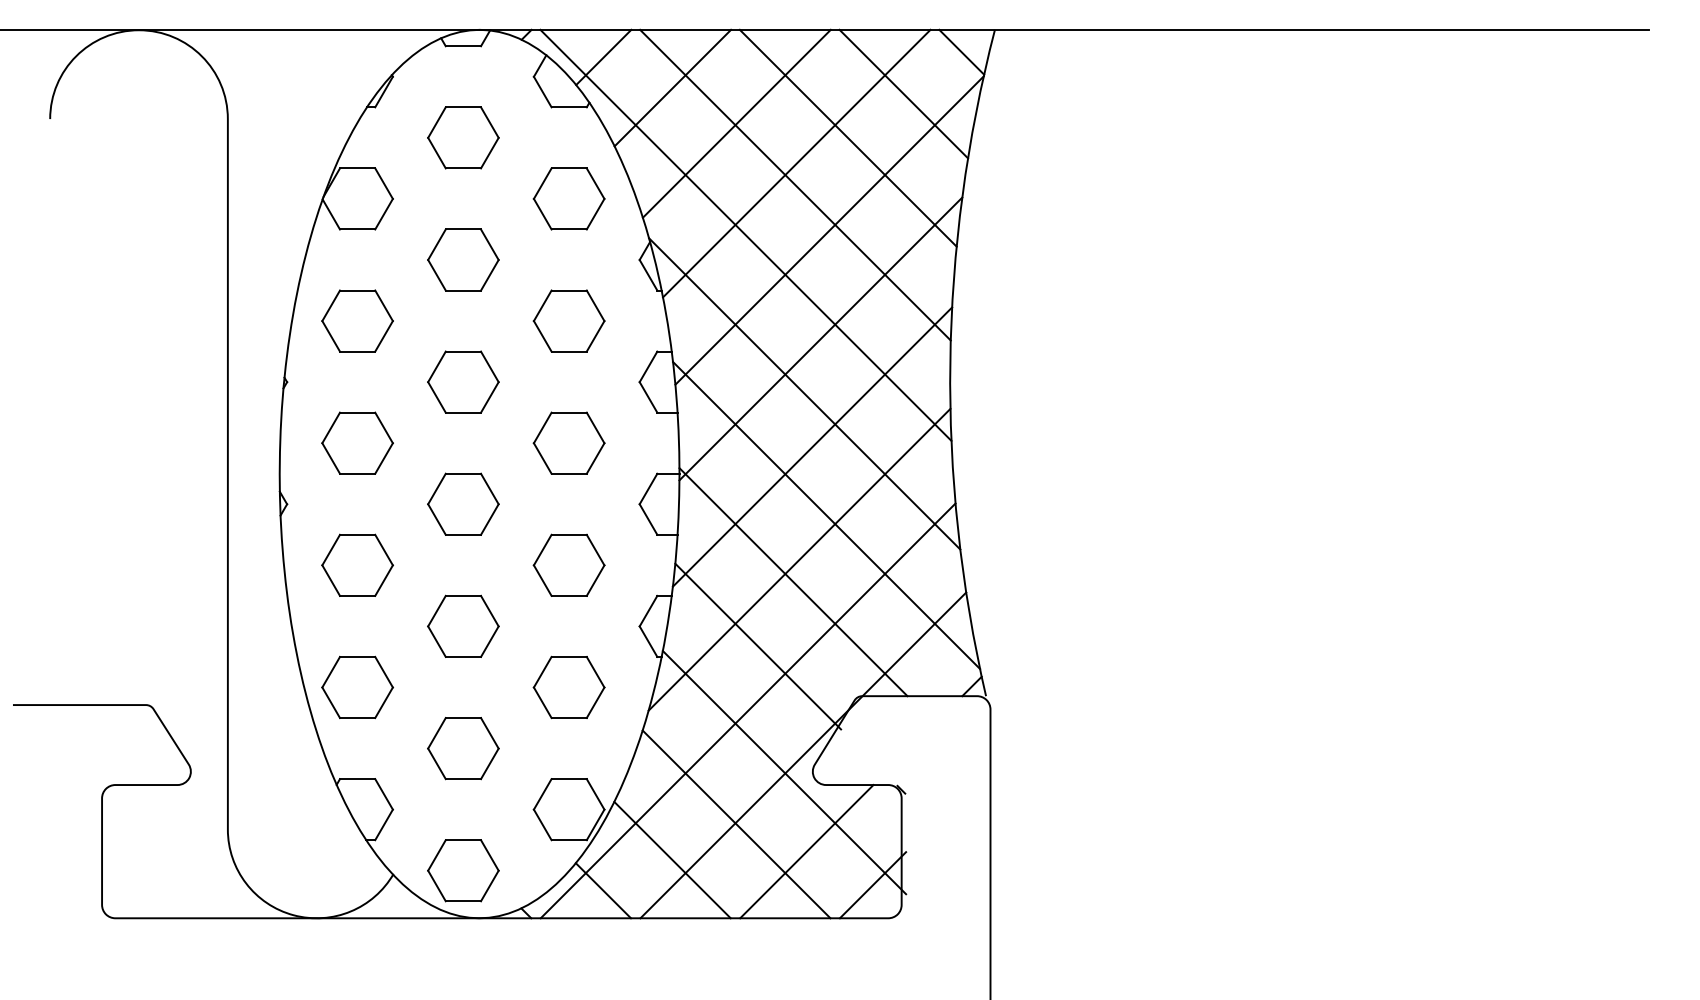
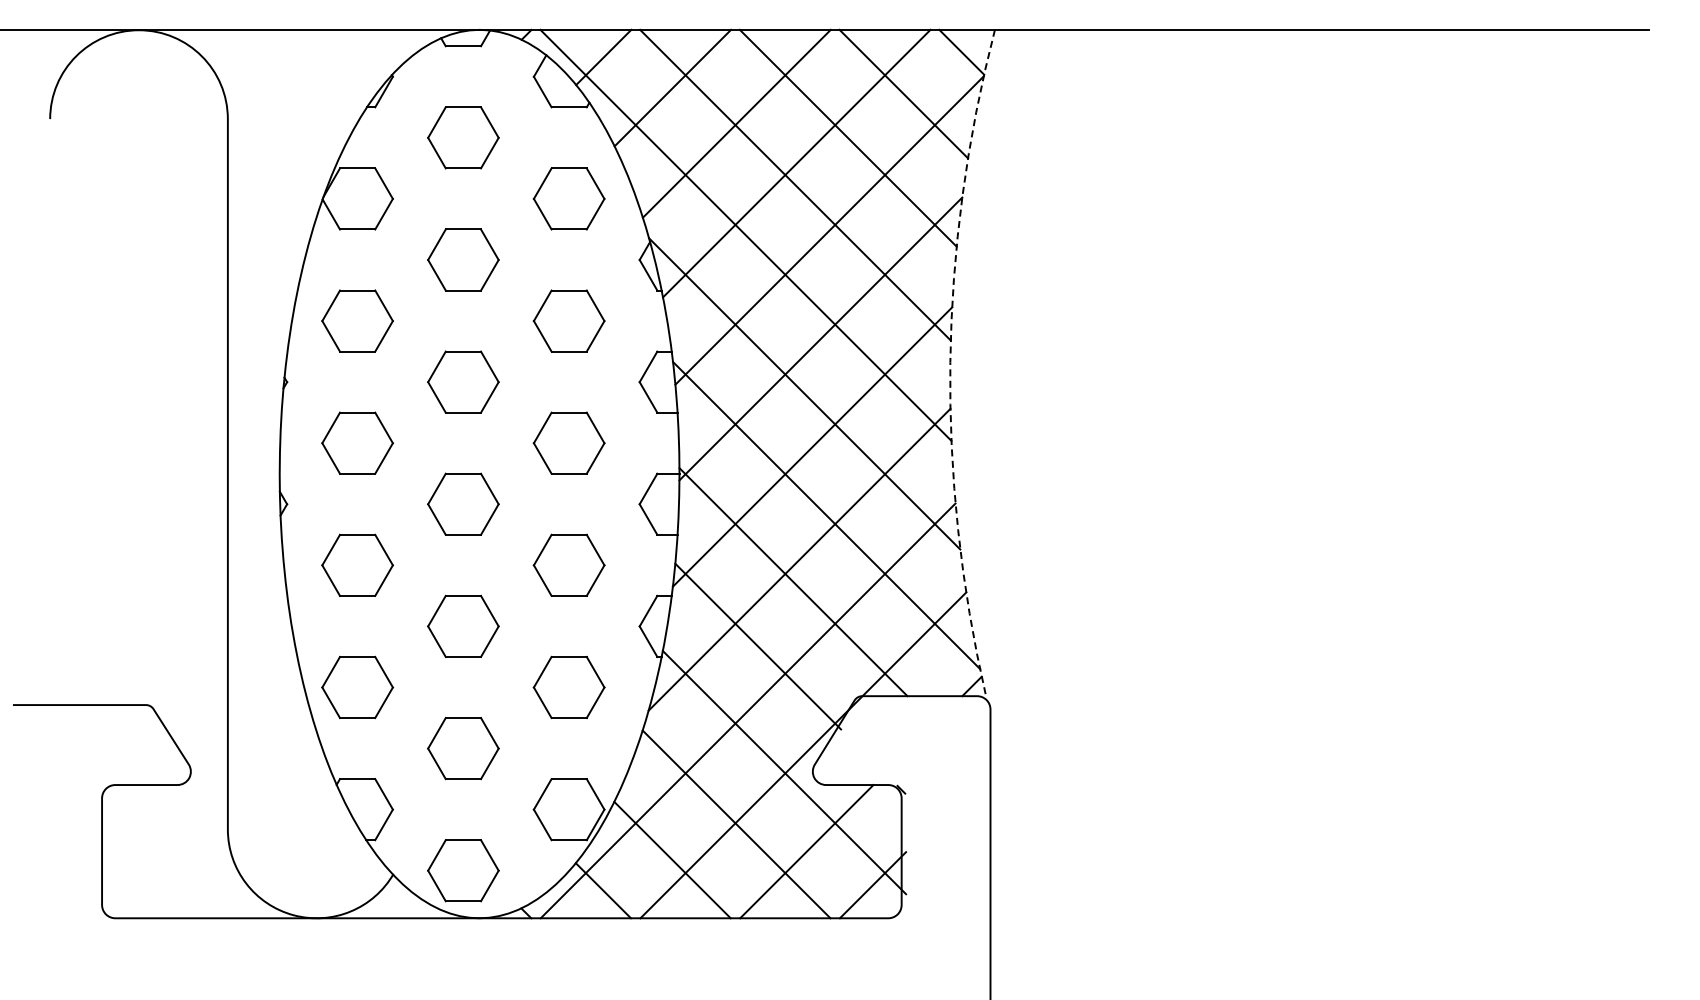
arc at (950, 362): solid -> dashed
